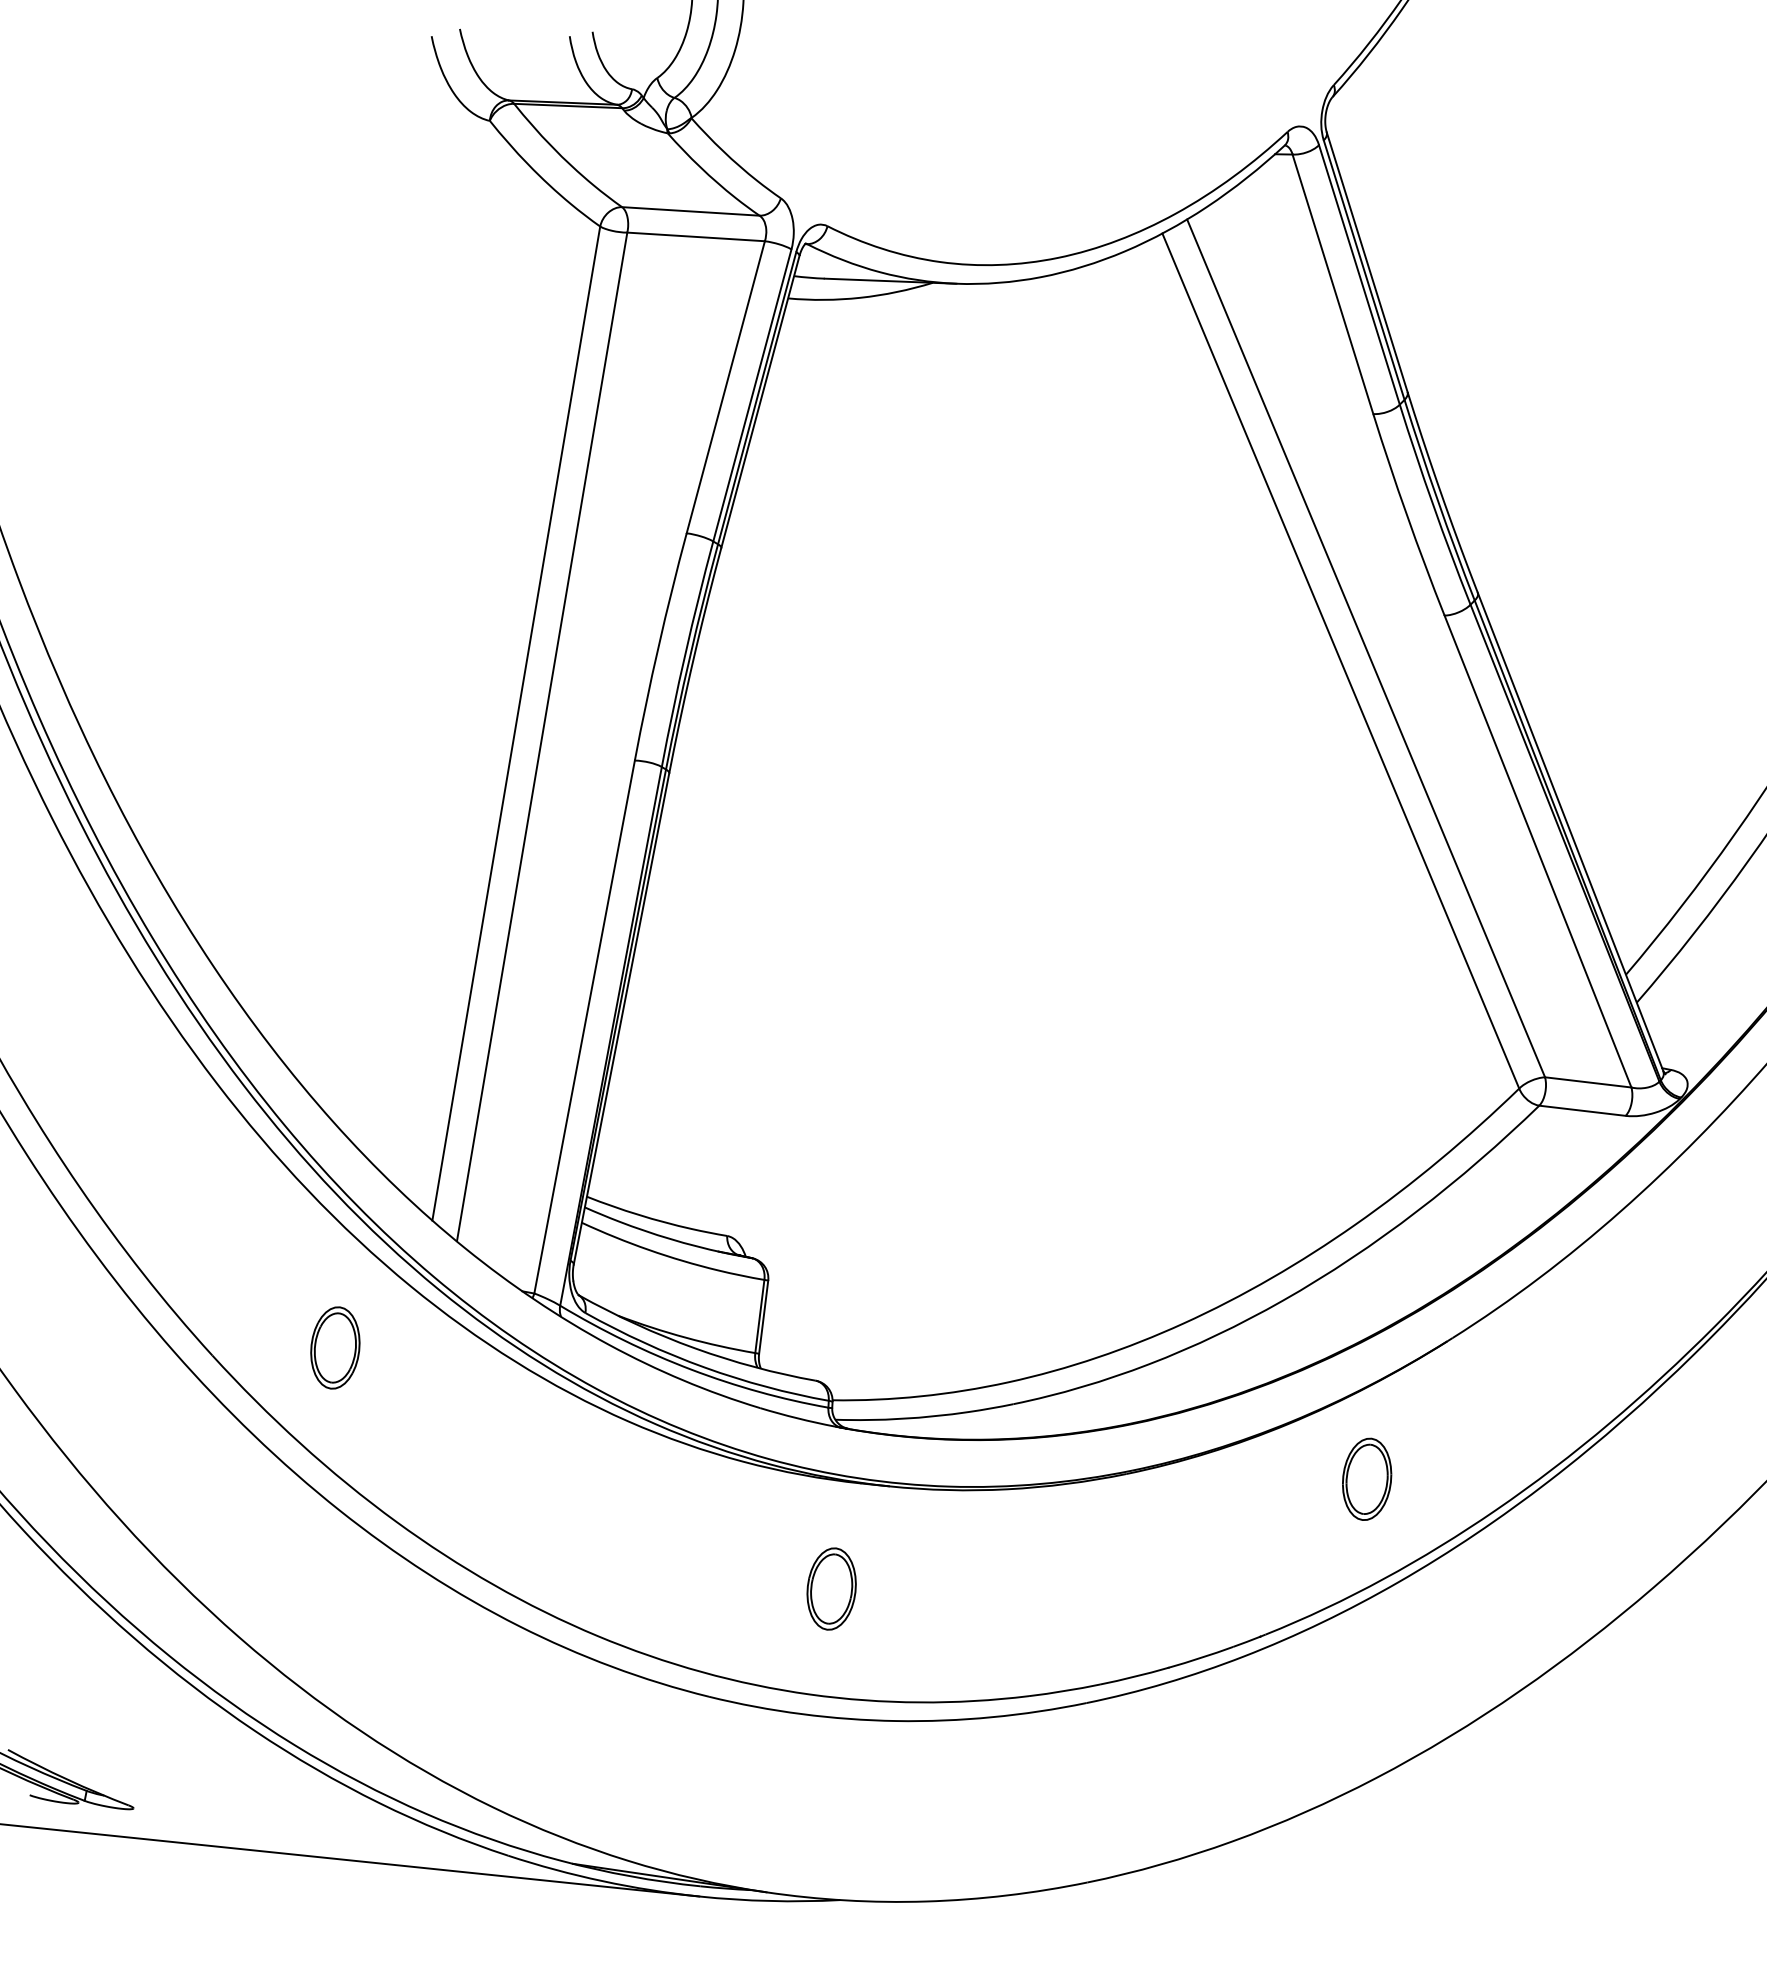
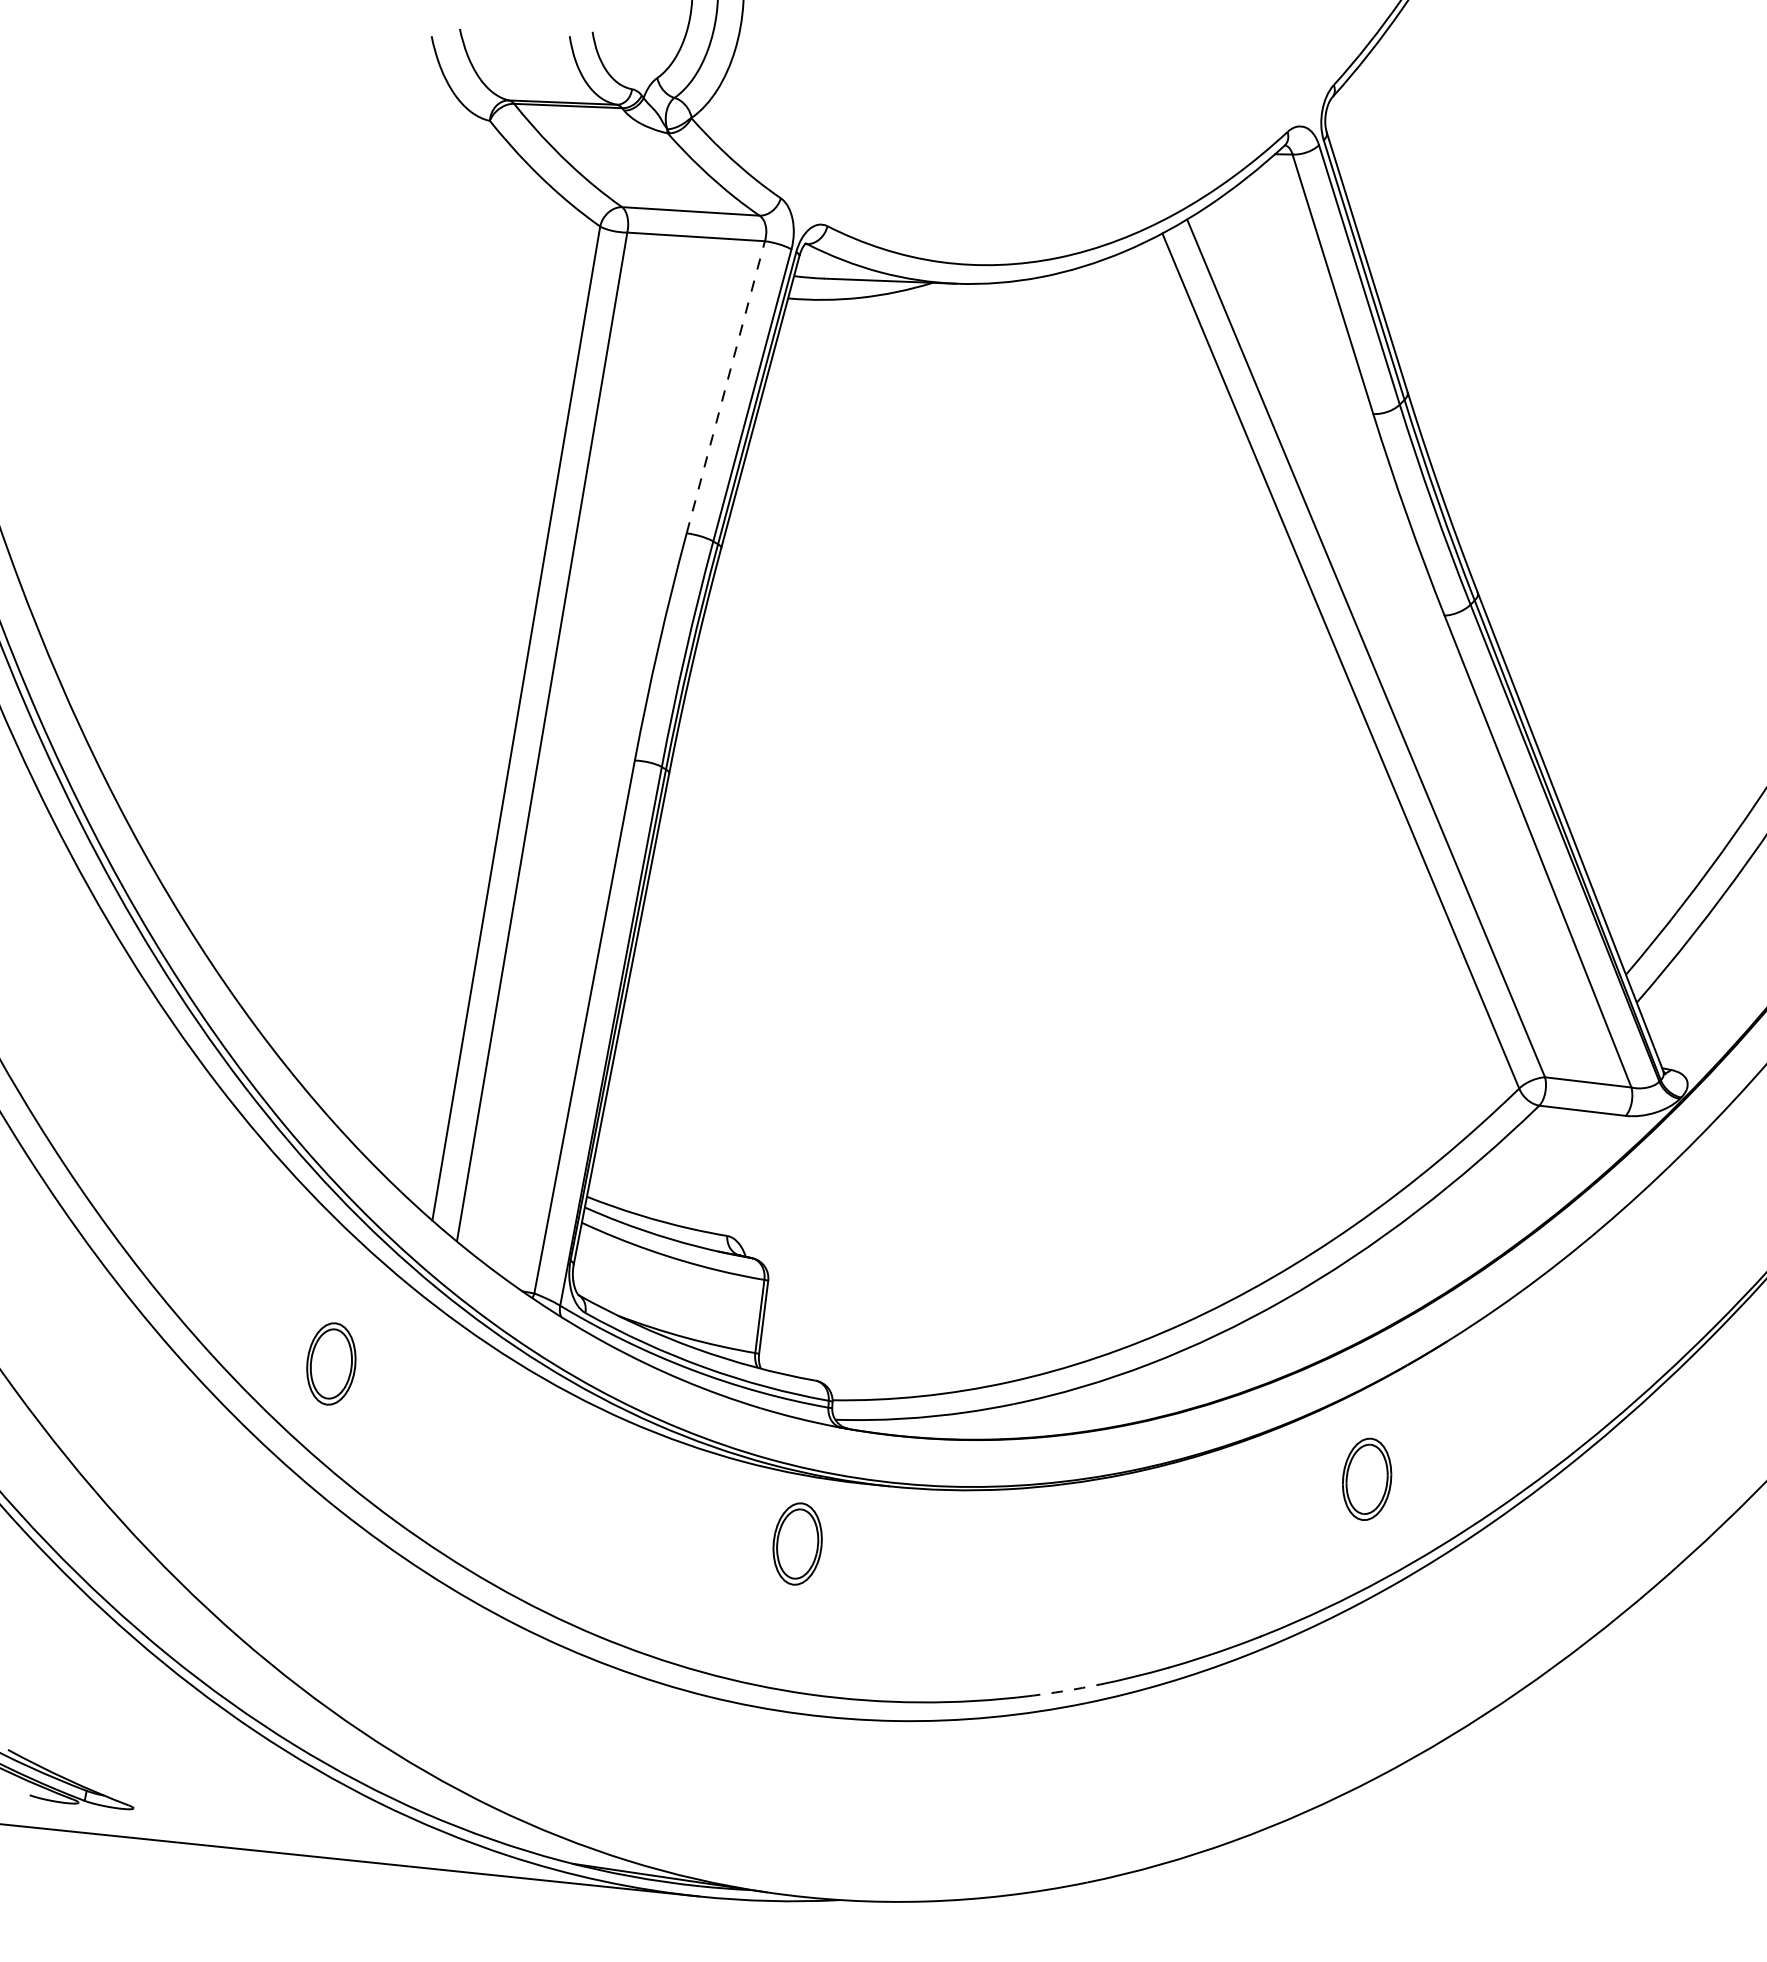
line at (725, 386): solid -> dashed
part at (335, 1347) position: (335, 1347) -> (331, 1363)
part at (831, 1588) position: (831, 1588) -> (797, 1543)
arc at (1064, 1691): solid -> dashed
